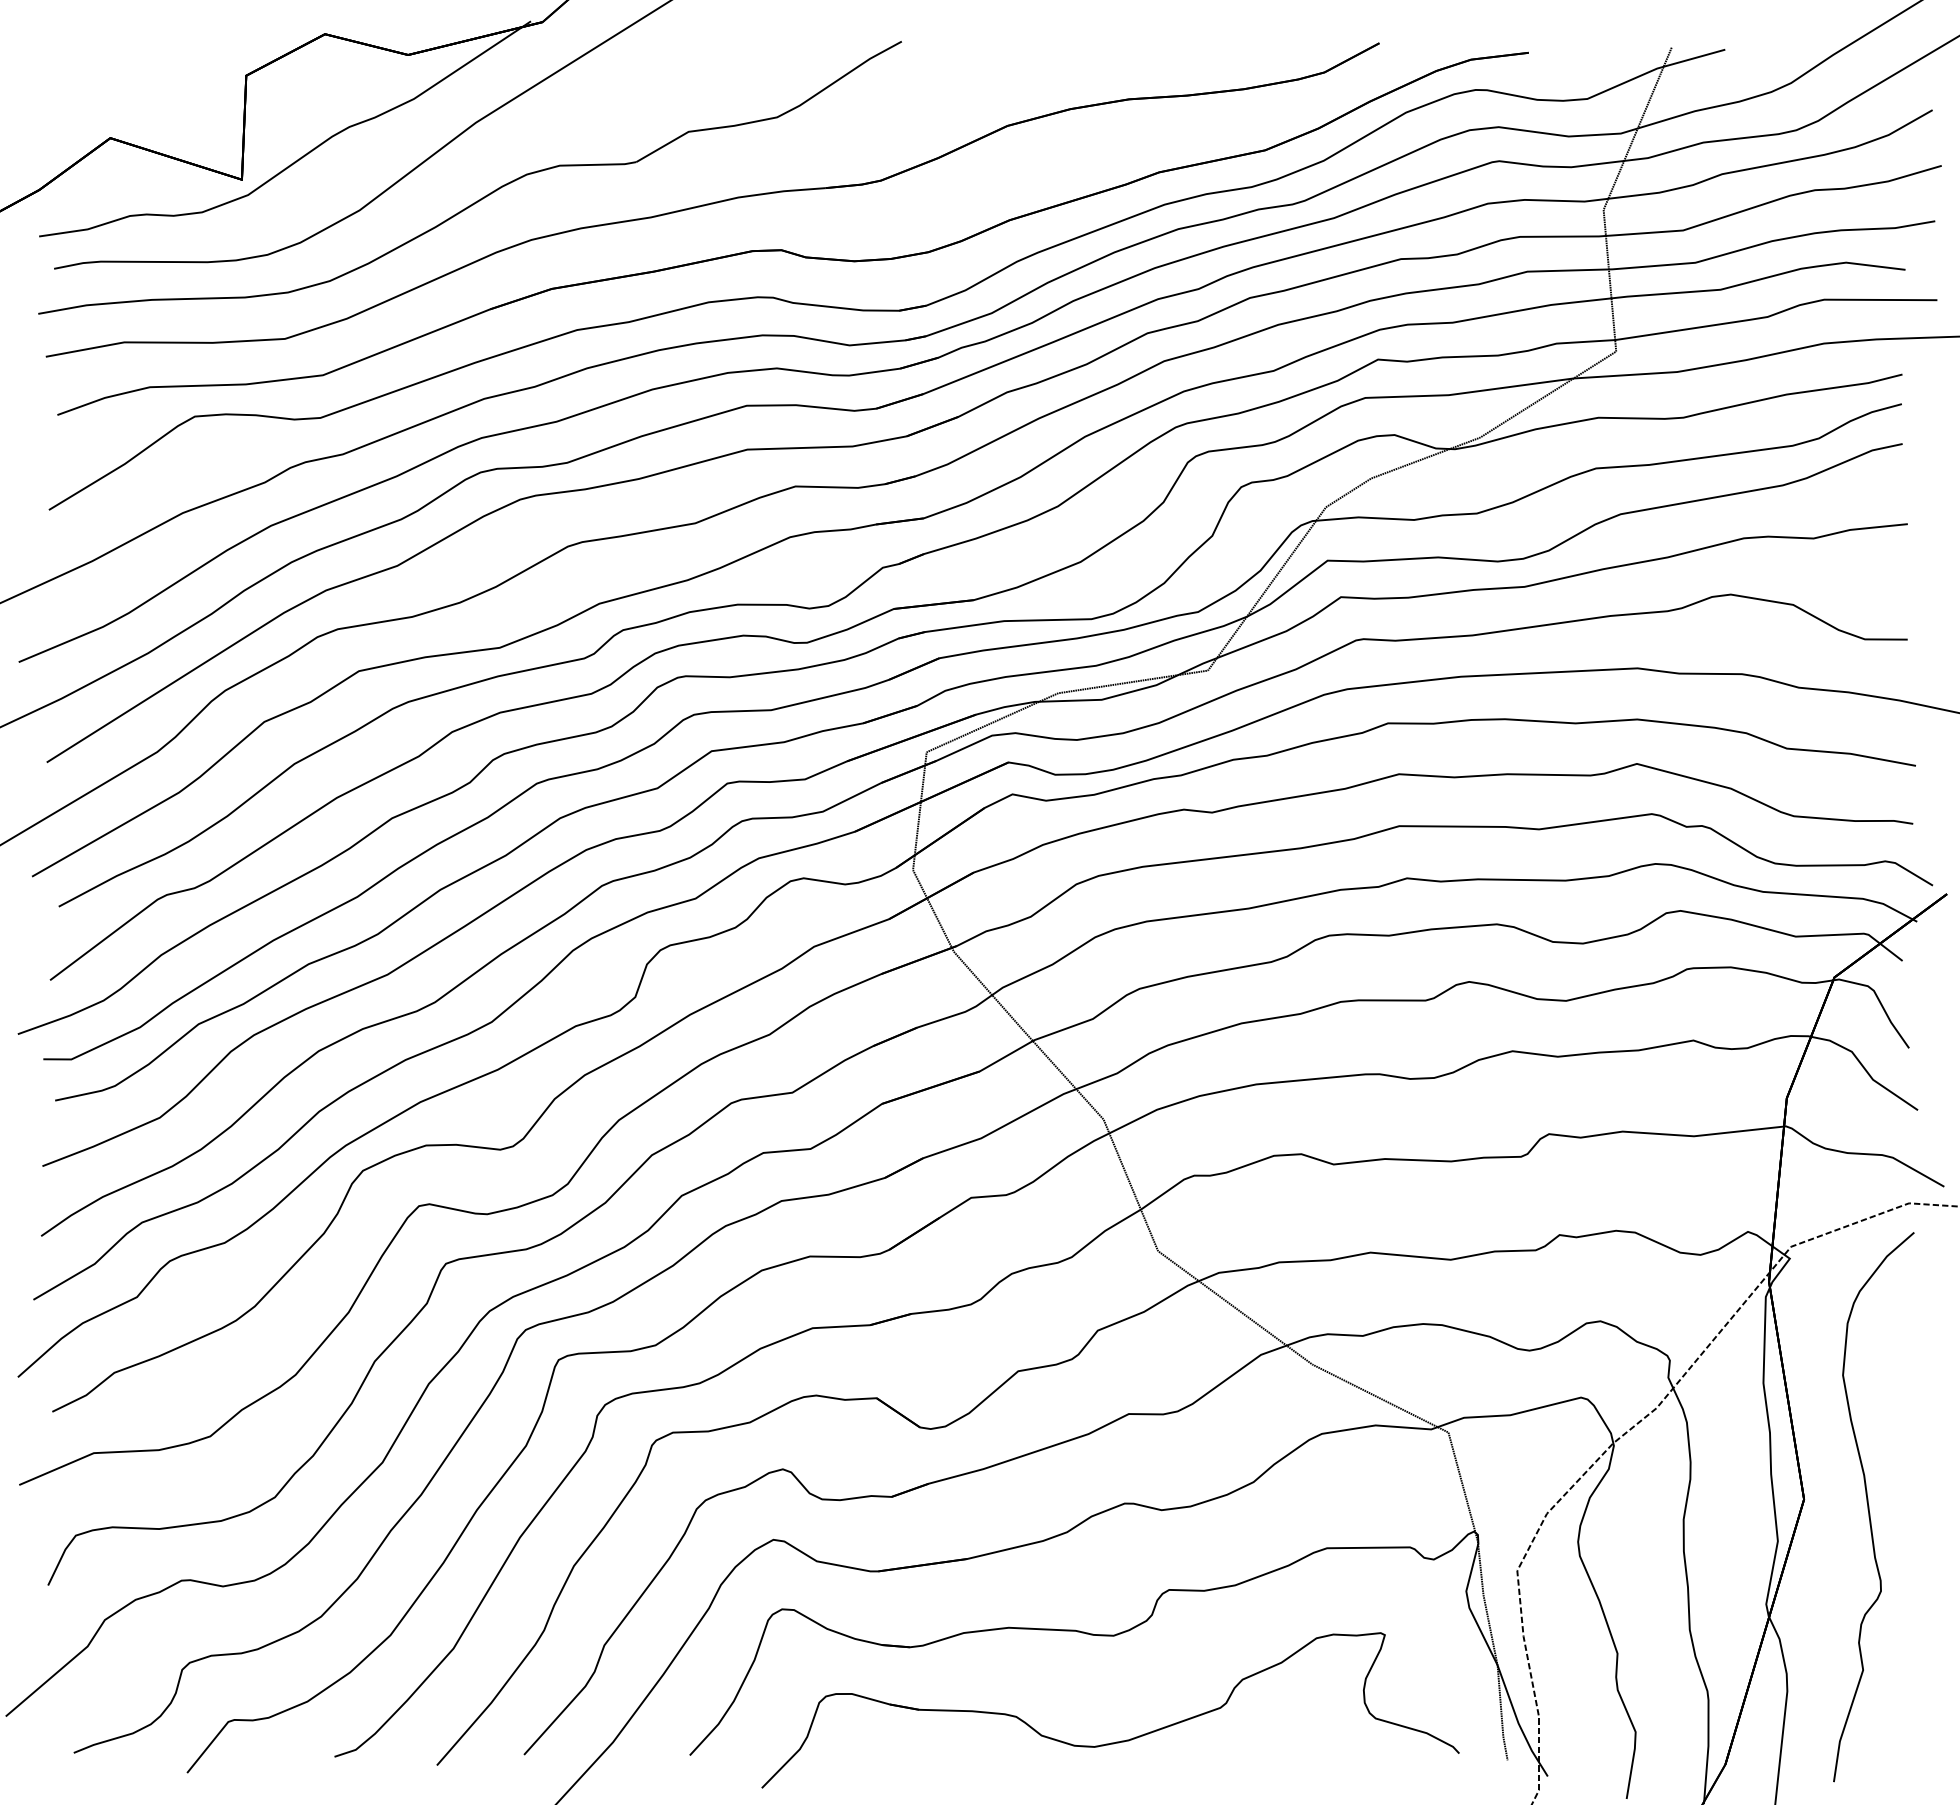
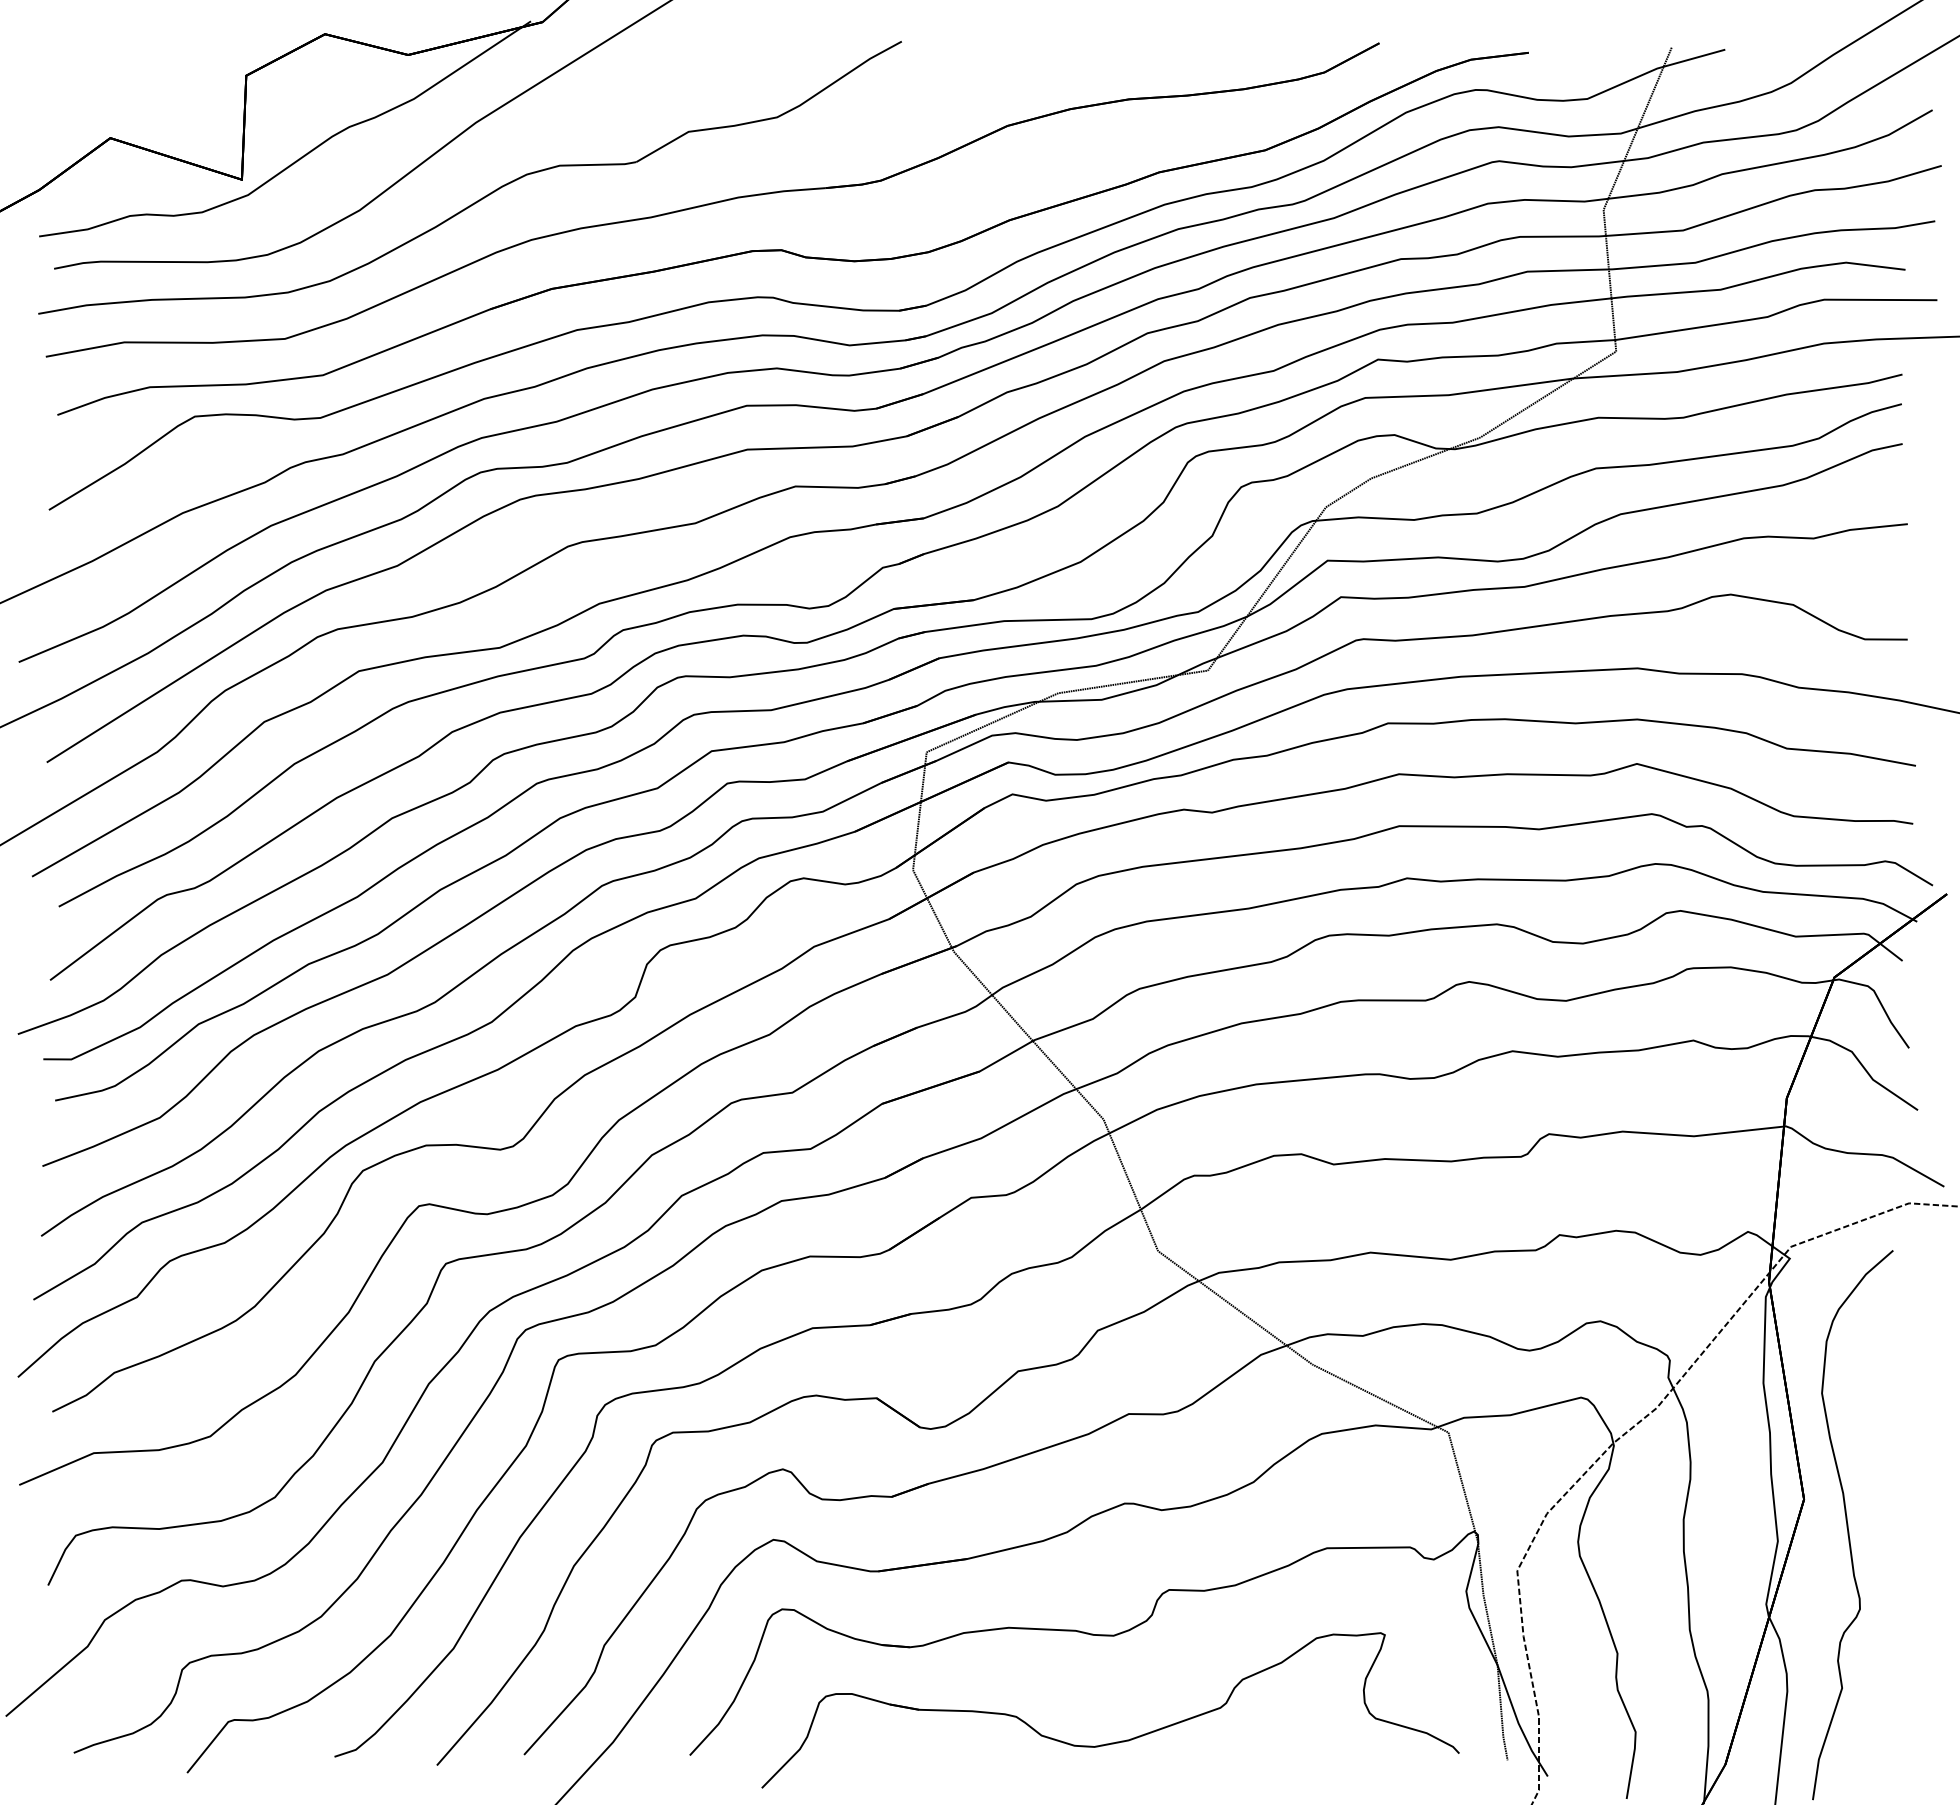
curve at (1869, 1507) position: (1869, 1507) -> (1848, 1525)
